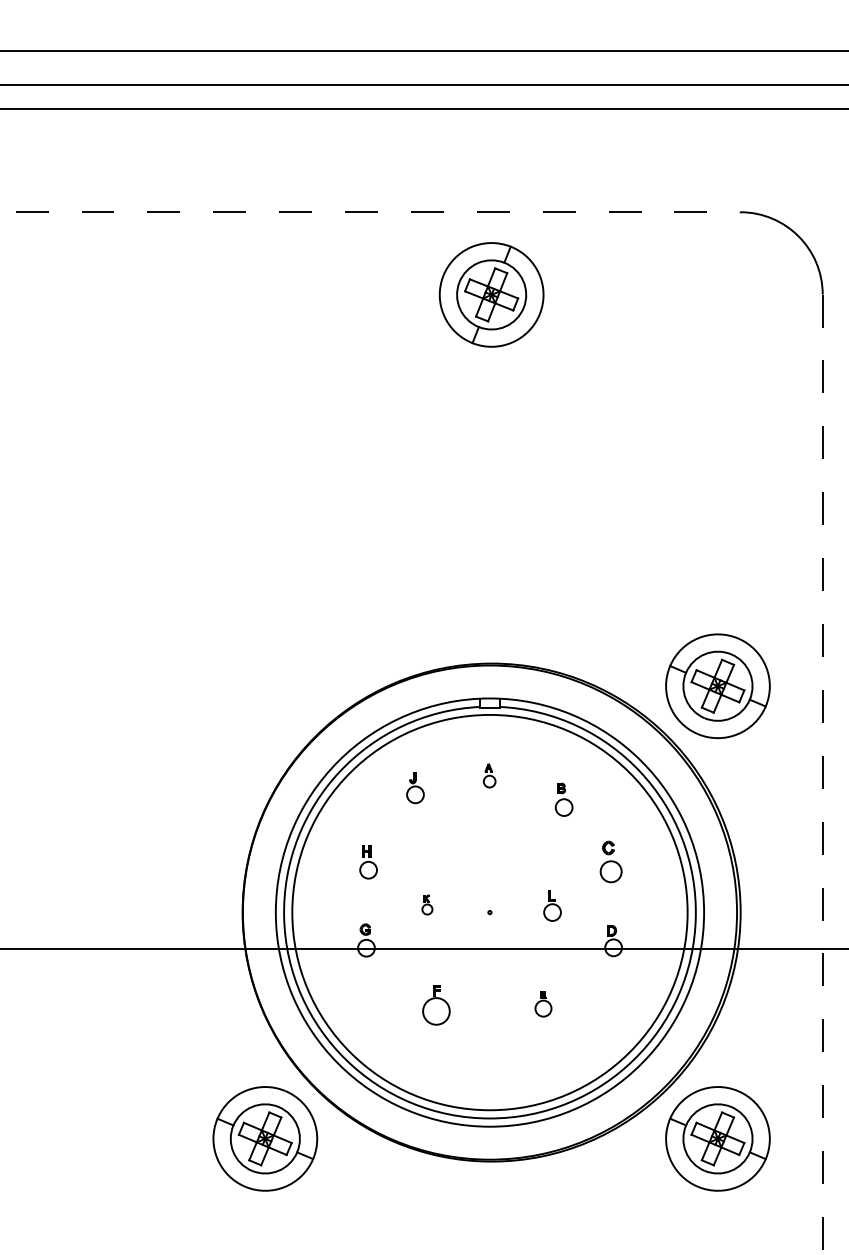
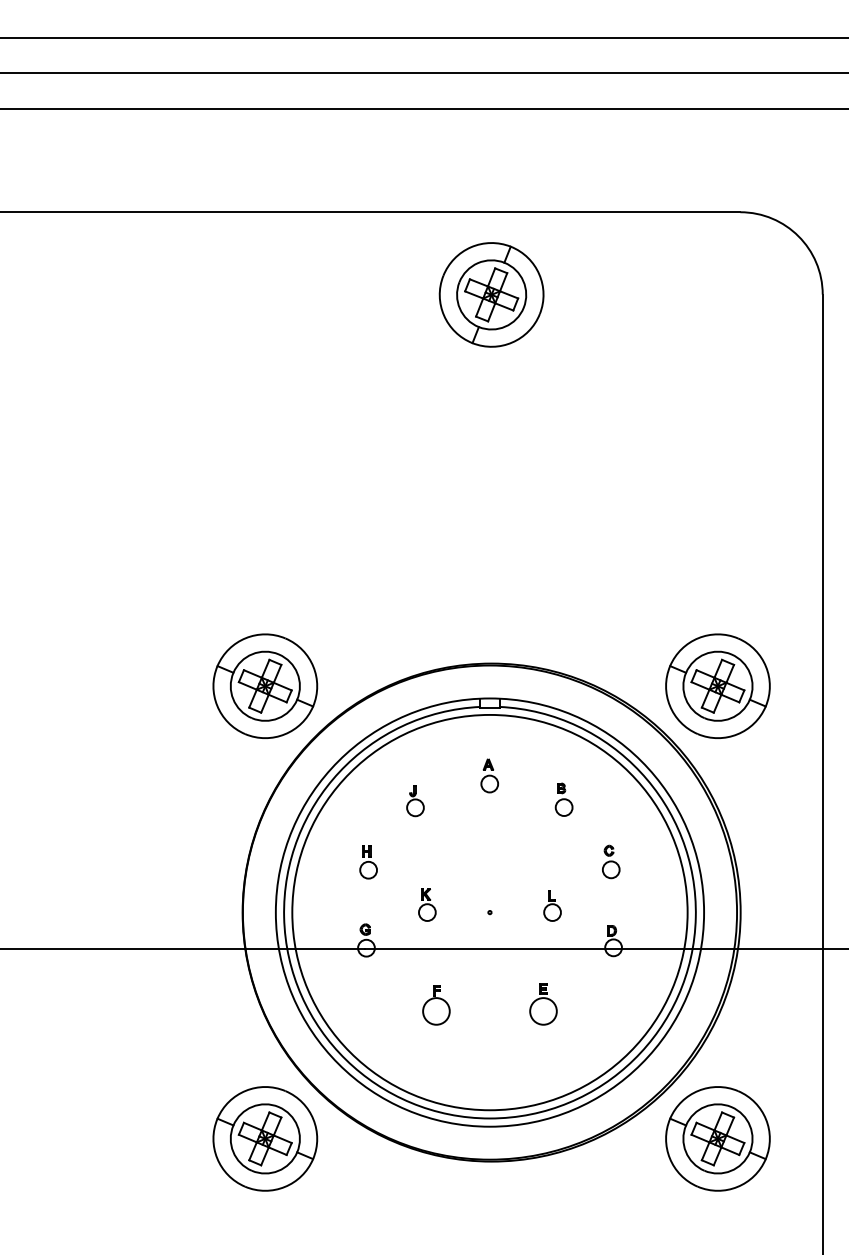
line at (423, 50) position: (423, 50) -> (423, 37)
line at (423, 85) position: (423, 85) -> (423, 73)
line at (370, 212): dashed -> solid
part at (265, 685): none -> present
line at (822, 774): dashed -> solid
part at (489, 775) size: 15x26 px -> 19x36 px
part at (415, 788) position: (415, 788) -> (415, 801)
part at (610, 861) size: 24x44 px -> 19x36 px
part at (427, 904) size: 13x22 px -> 19x34 px
part at (543, 1004) size: 19x27 px -> 29x43 px
